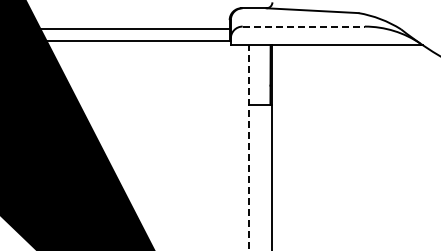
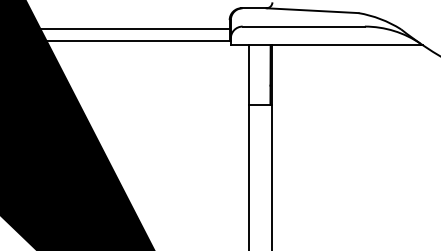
line at (304, 26): dashed -> solid
line at (248, 147): dashed -> solid
